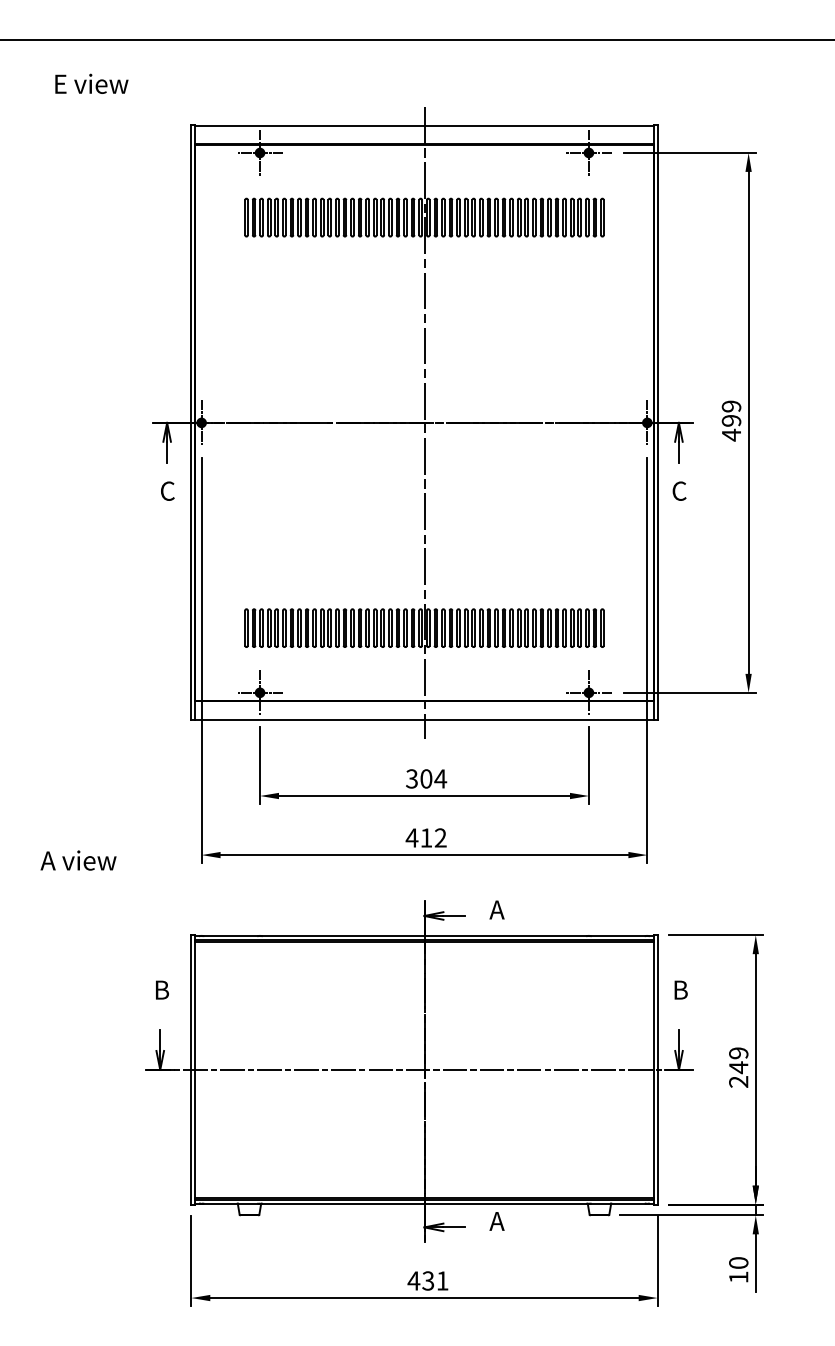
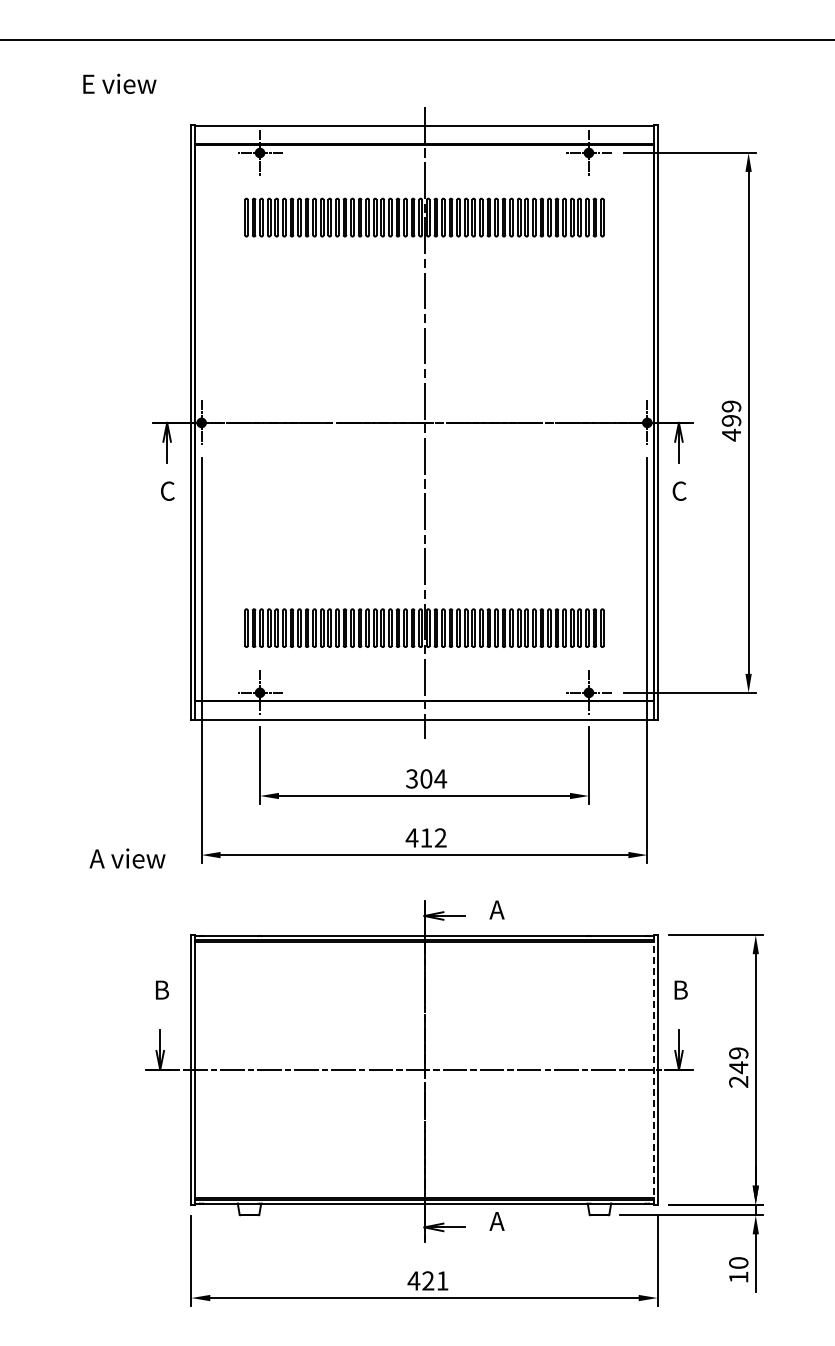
text at (91, 83) position: (91, 83) -> (119, 83)
text at (78, 860) position: (78, 860) -> (127, 858)
line at (653, 1069): solid -> dashed
text at (428, 1280): 431 -> 421
